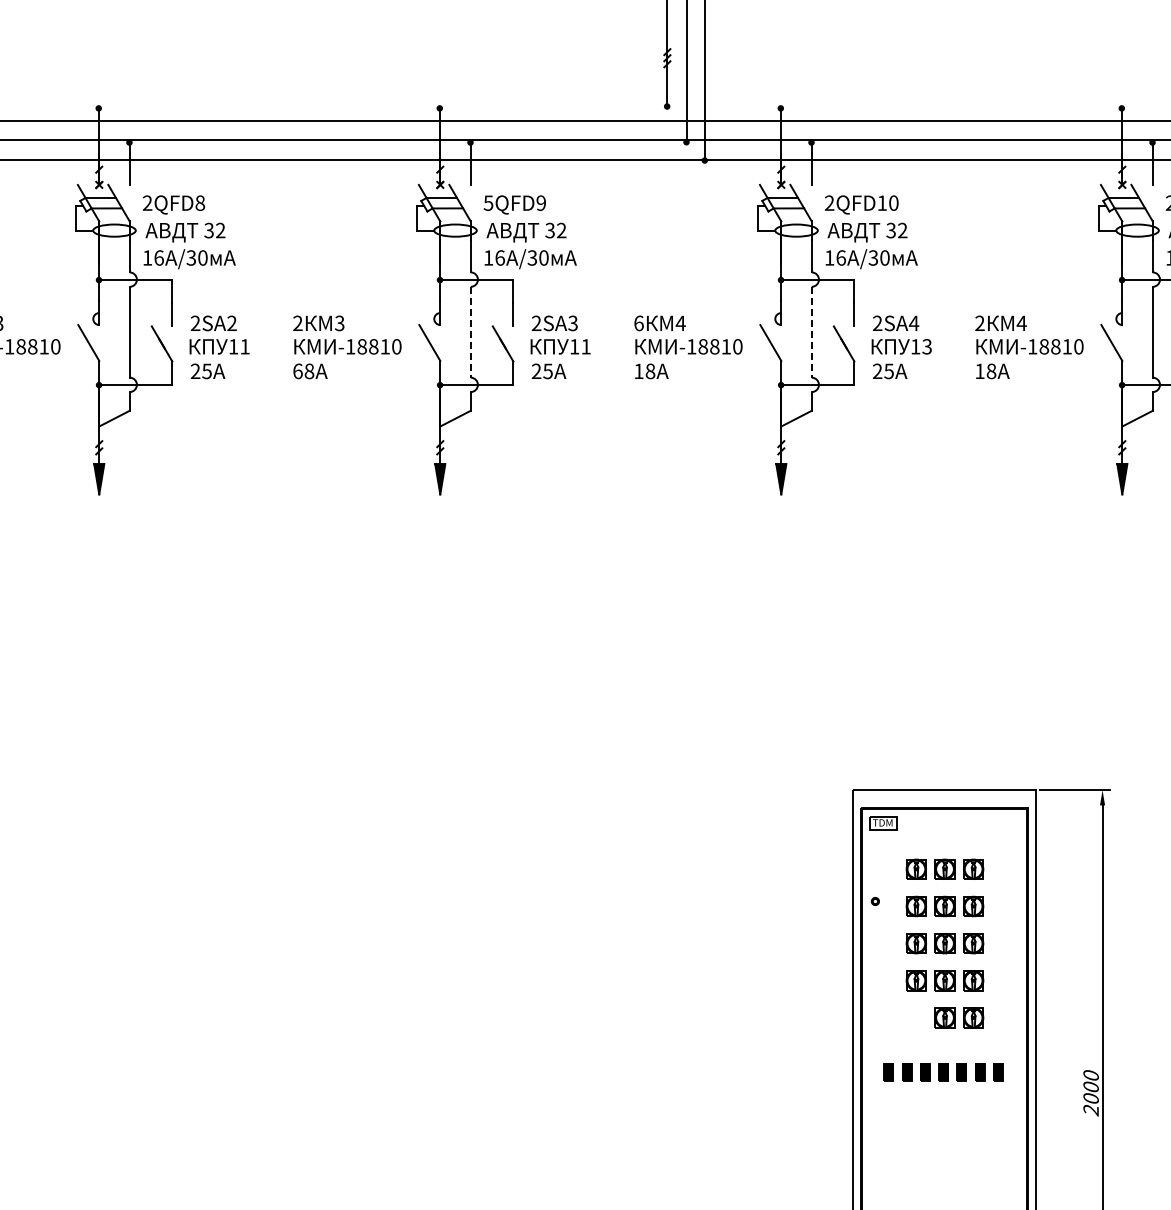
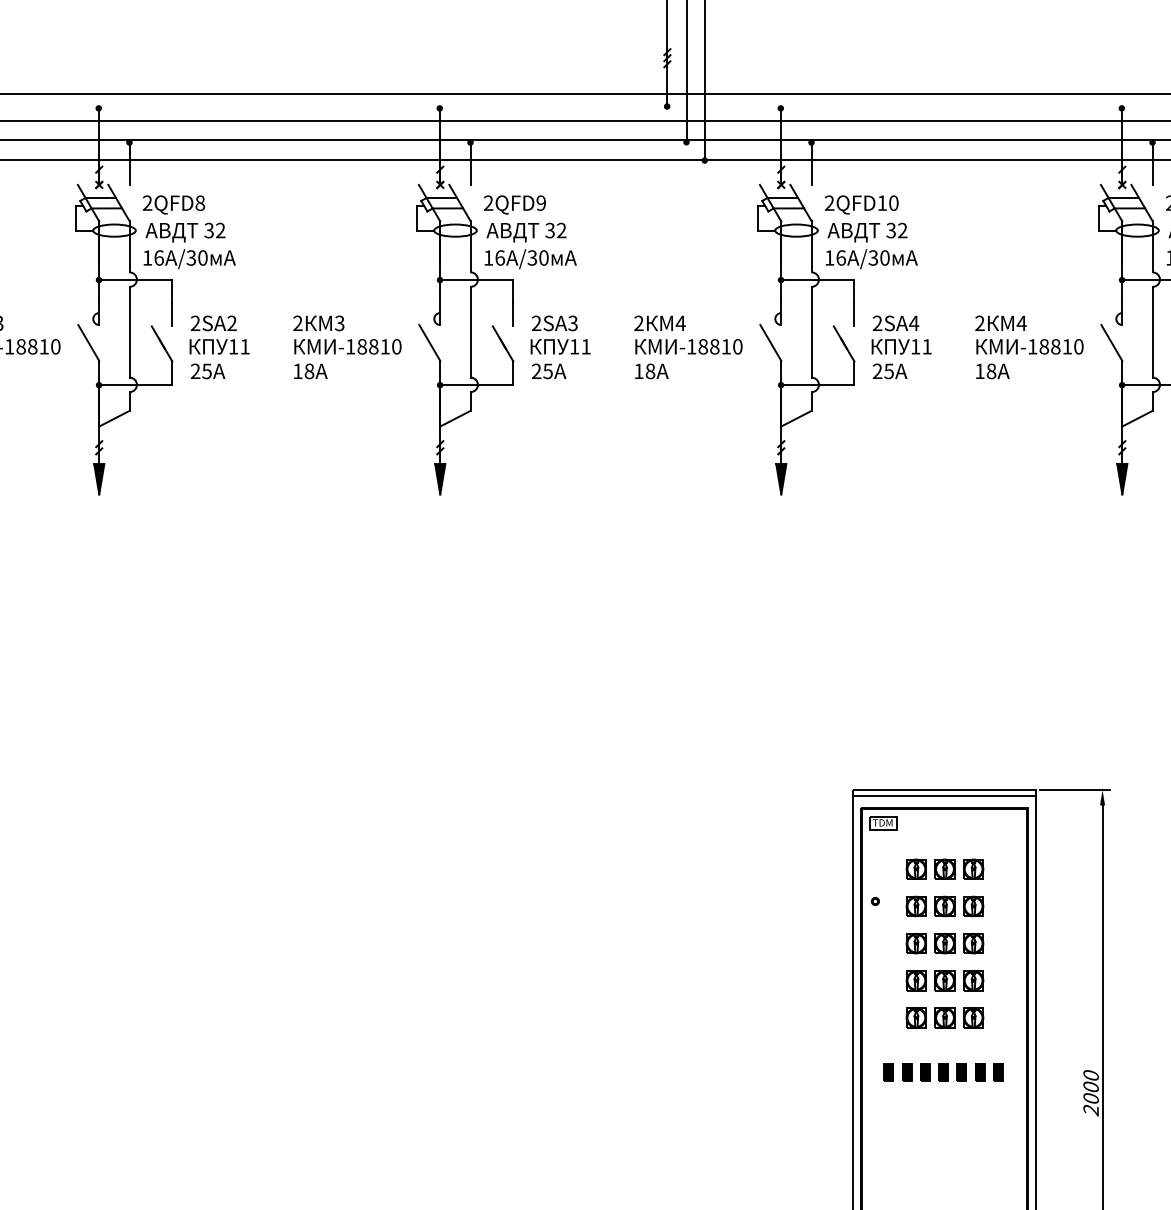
line at (584, 94): none -> present
text at (488, 202): 5QFD9 -> 2QFD9
text at (638, 323): 6 -> 2
line at (470, 332): dashed -> solid
line at (811, 332): dashed -> solid
text at (926, 346): 13 -> 11
text at (297, 371): 68 -> 18
line at (944, 796): none -> present
part at (915, 1017): none -> present
